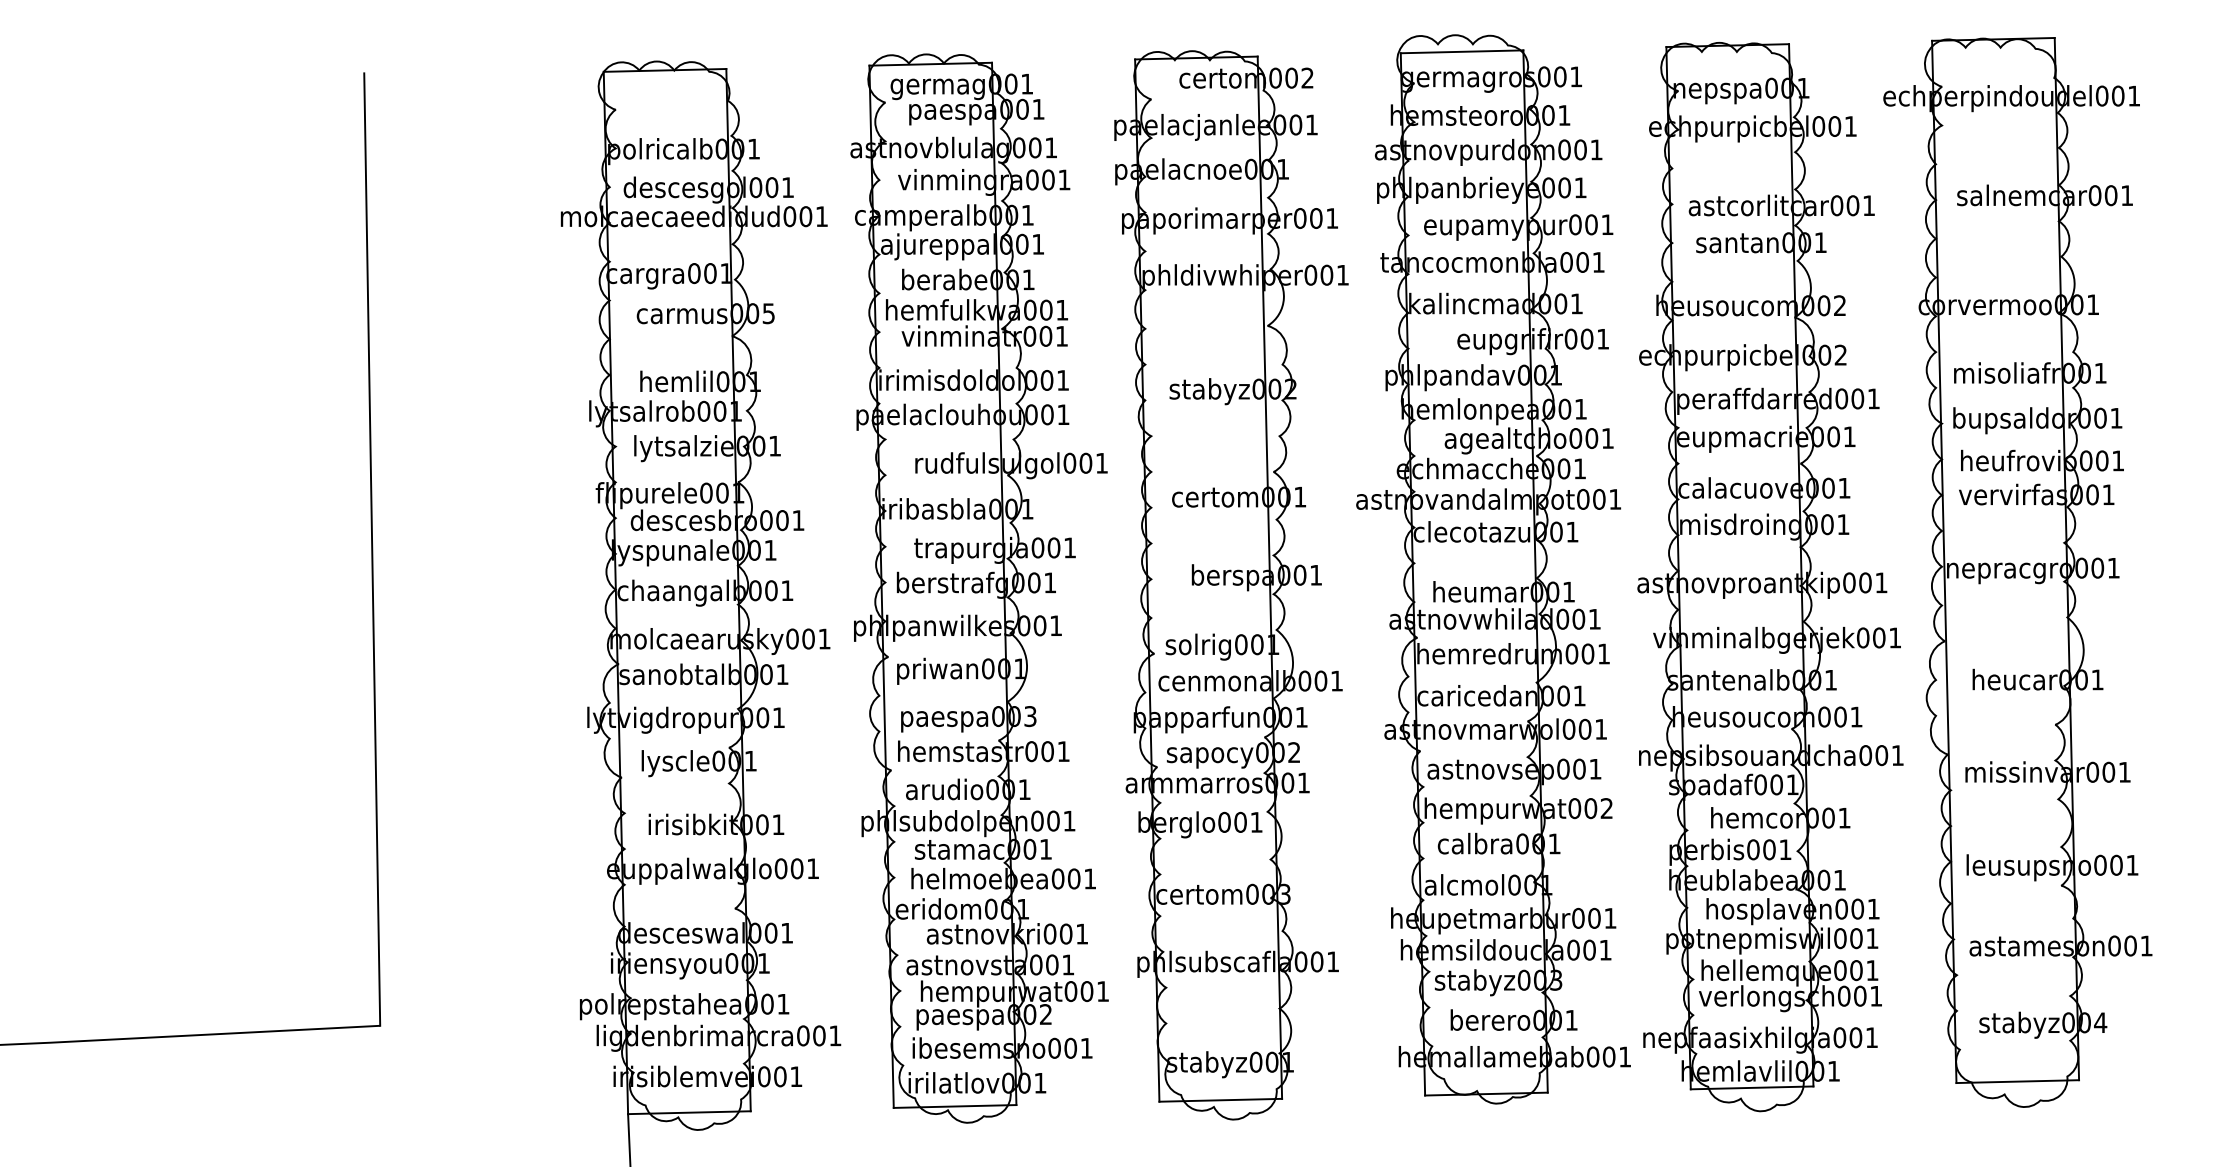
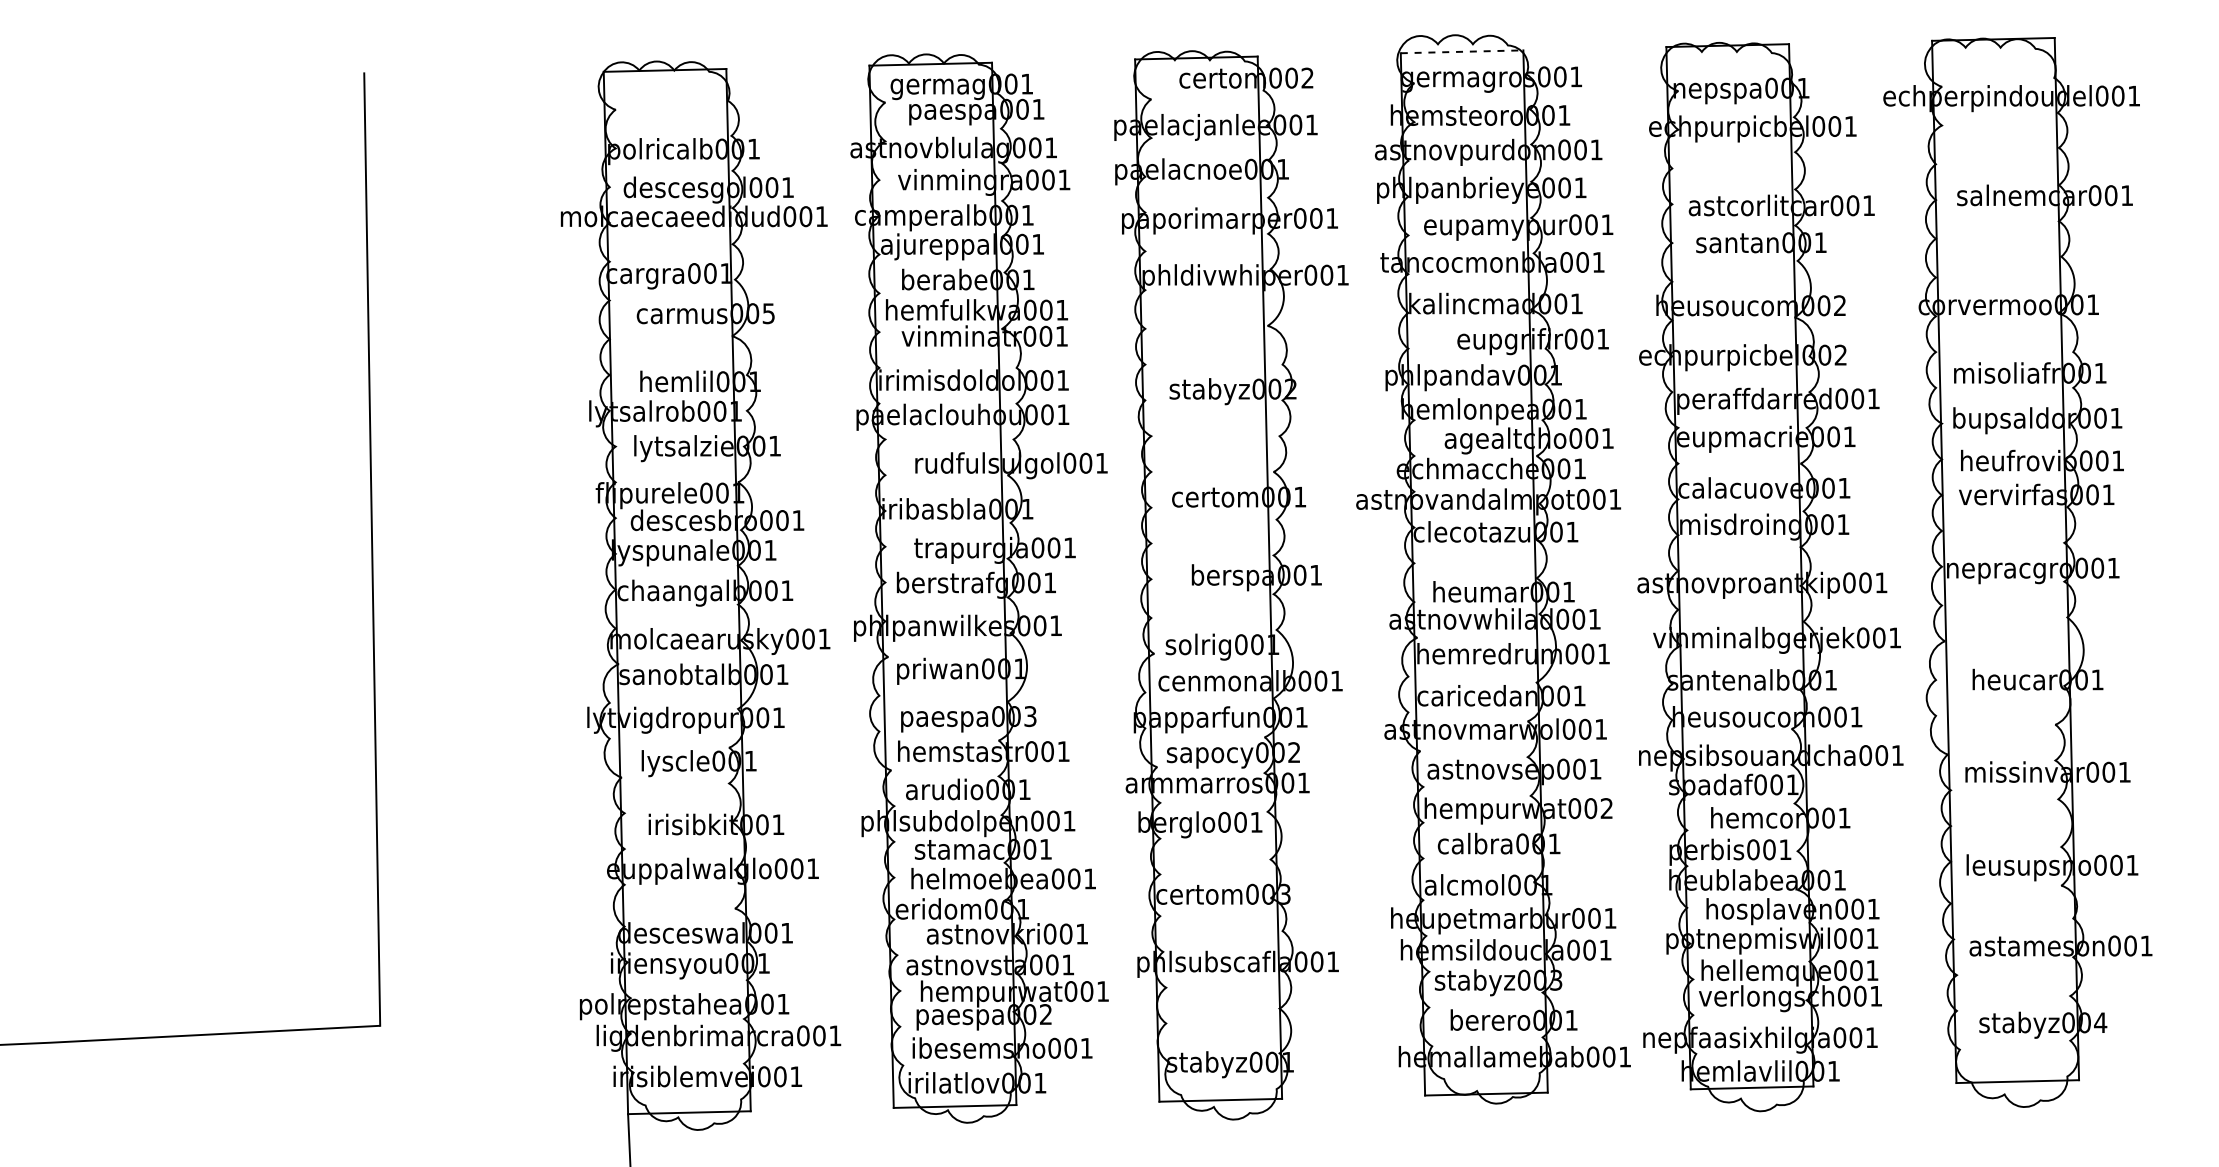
line at (1462, 51): solid -> dashed
